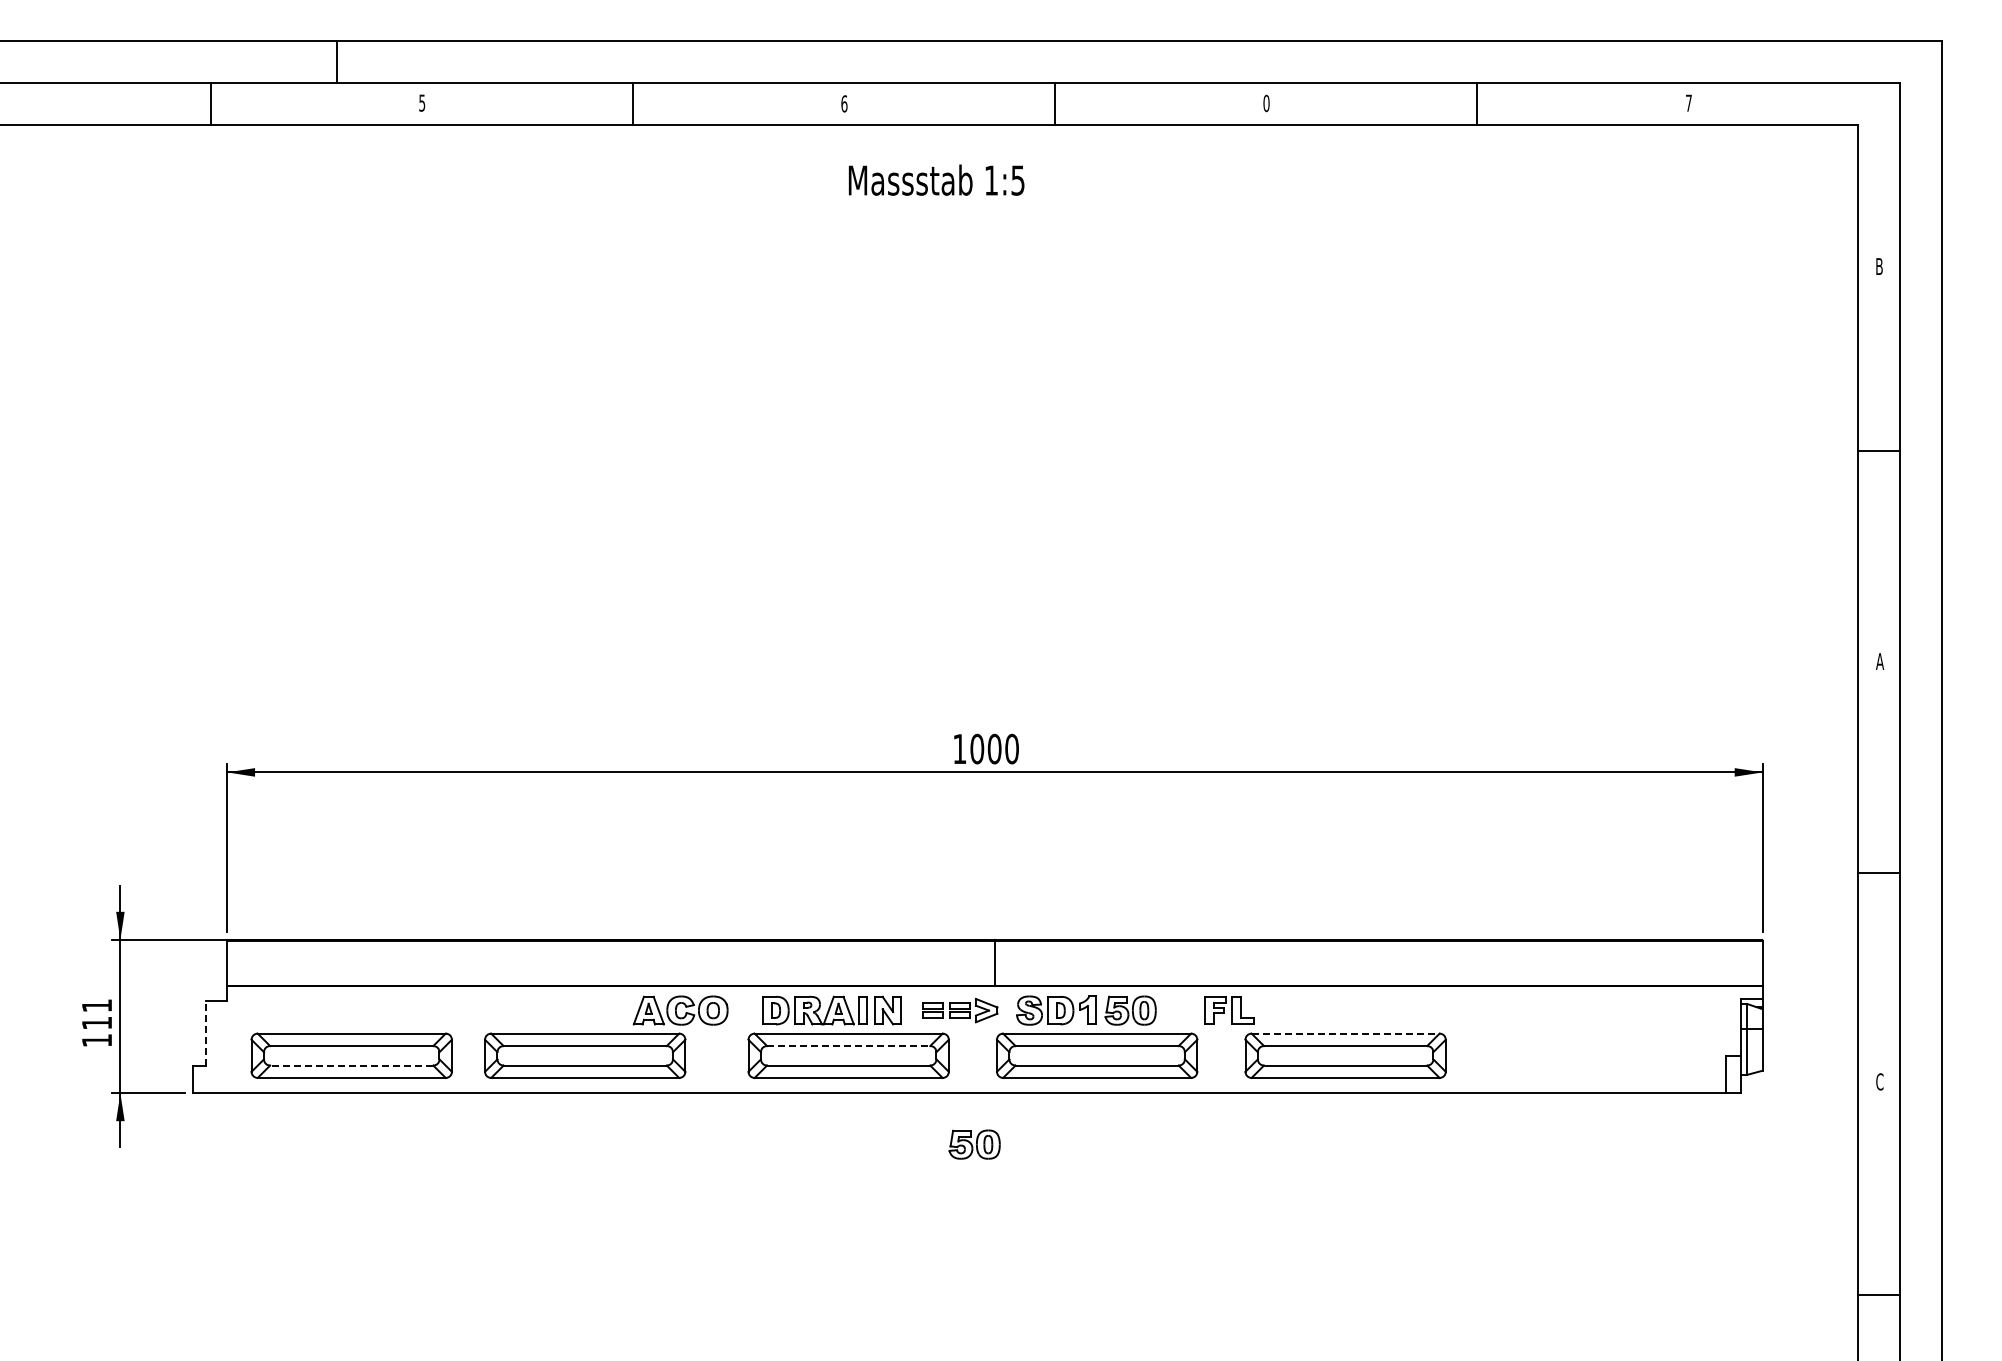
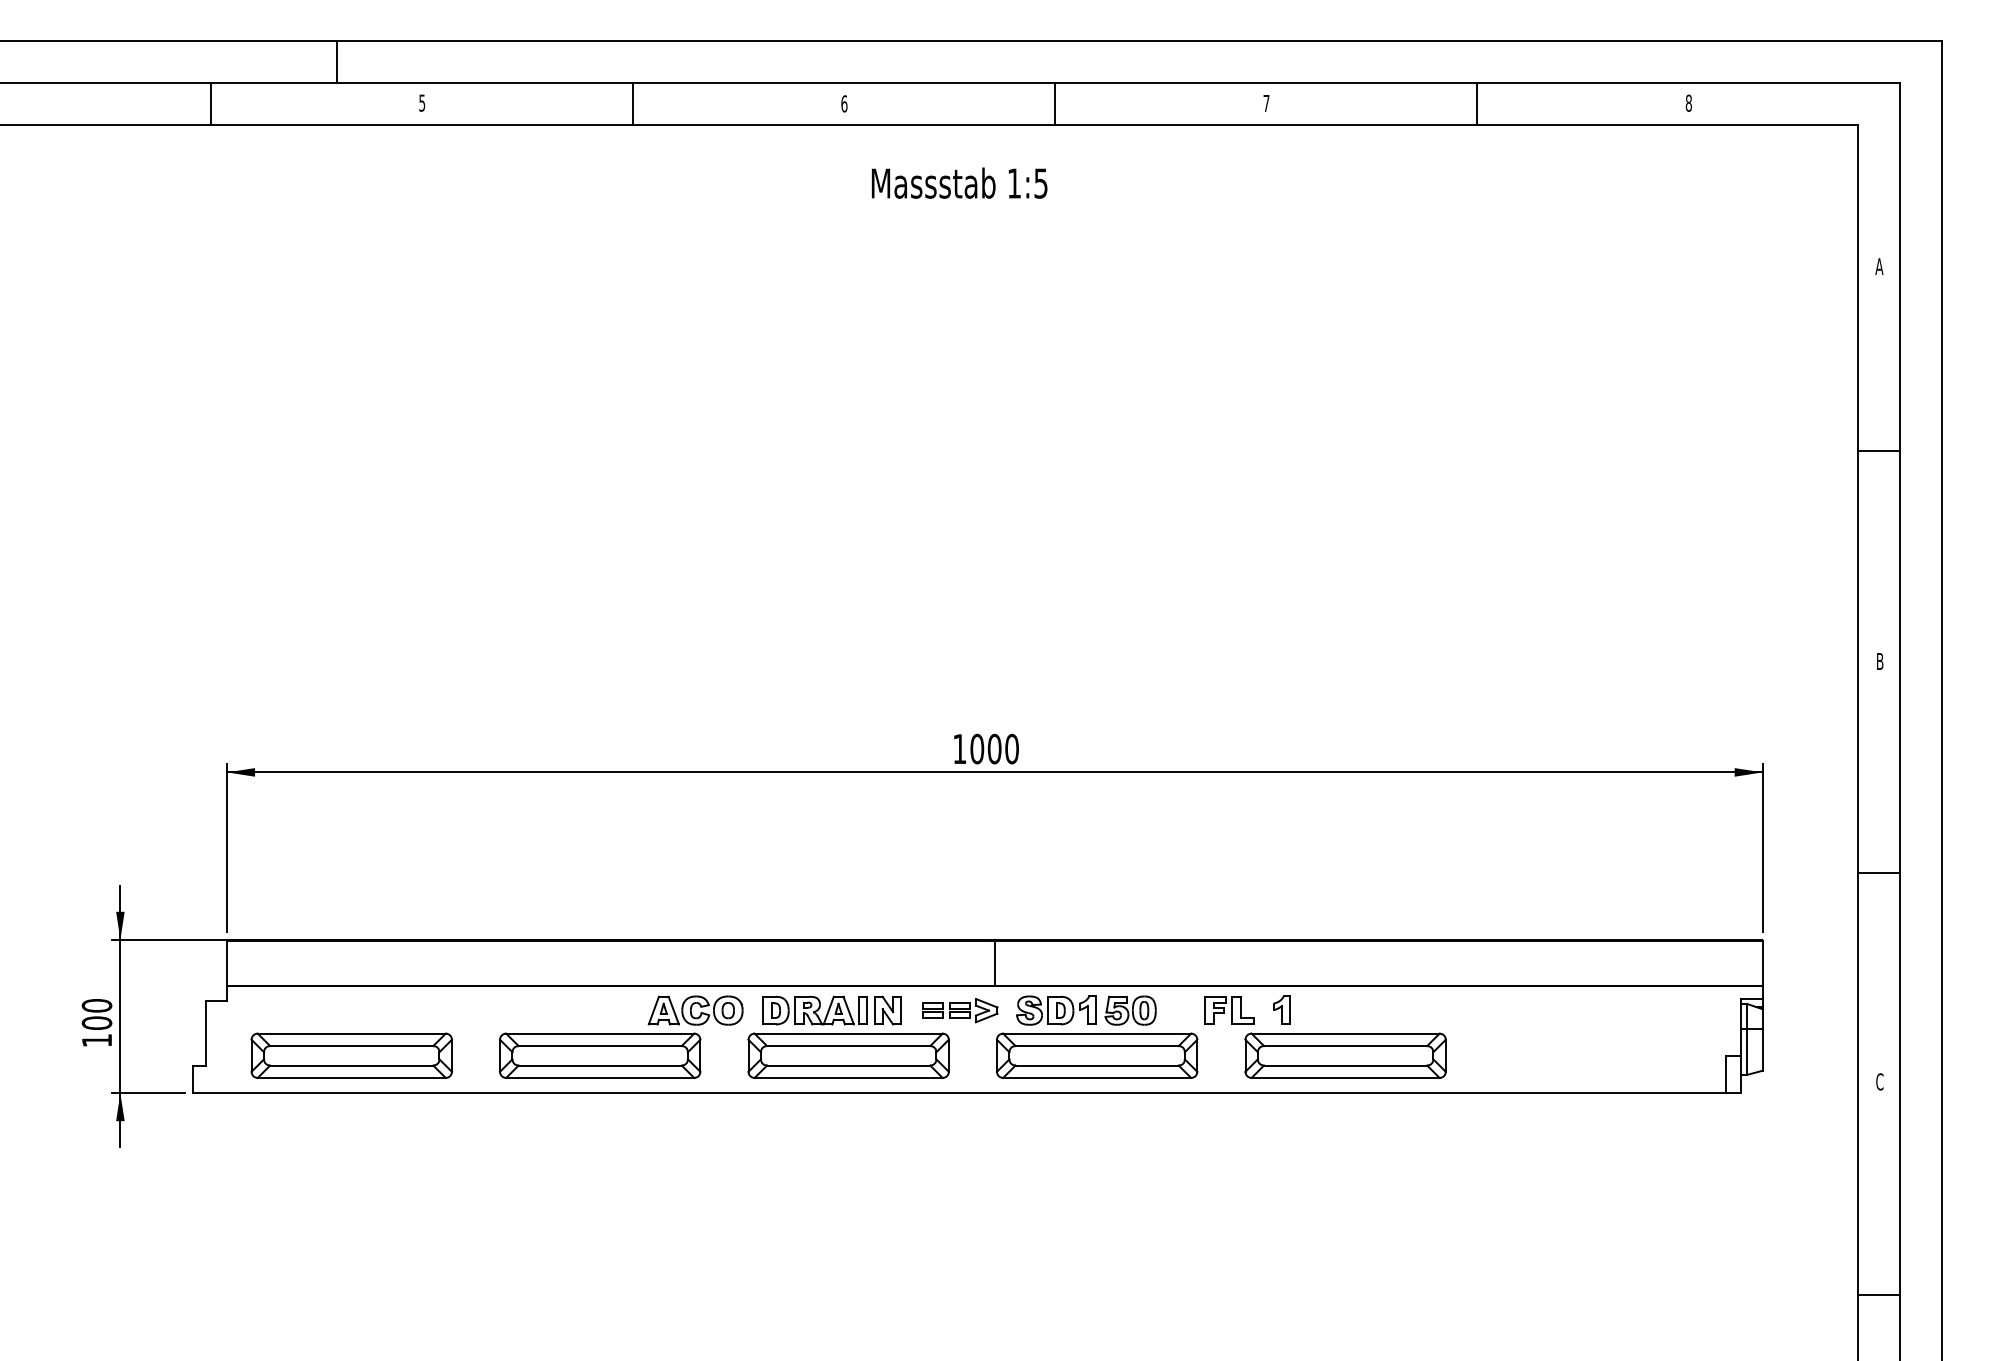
text at (1688, 102): 7 -> 8
text at (1266, 103): 0 -> 7
text at (936, 179) position: (936, 179) -> (959, 182)
text at (1879, 266): B -> A
text at (1880, 661): A -> B
part at (1281, 1009): none -> present
text at (96, 1014): 111 -> 100
line at (205, 1032): dashed -> solid
line at (1345, 1033): dashed -> solid
part at (606, 1036) position: (606, 1036) -> (621, 1036)
line at (848, 1046): dashed -> solid
line at (351, 1065): dashed -> solid
part at (974, 1144): present -> none
